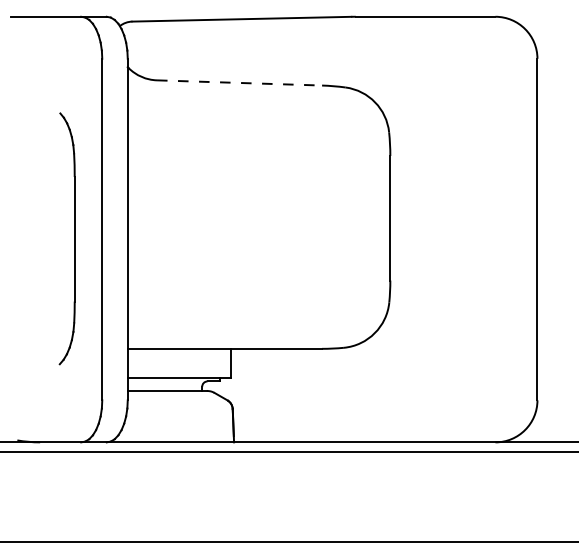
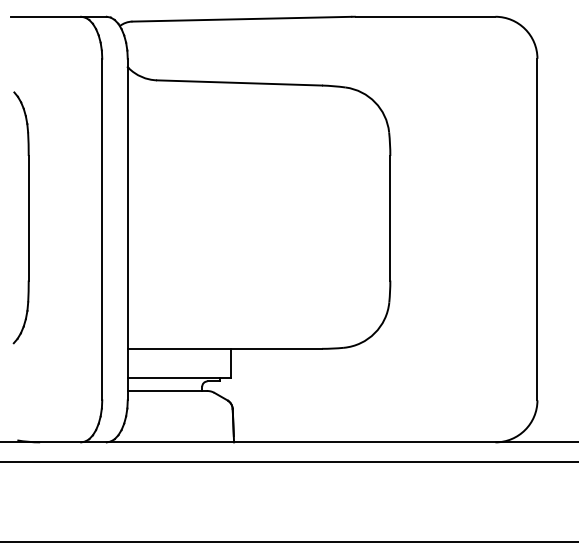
line at (239, 82): dashed -> solid
part at (74, 238) position: (74, 238) -> (28, 217)
line at (288, 451) position: (288, 451) -> (288, 461)
